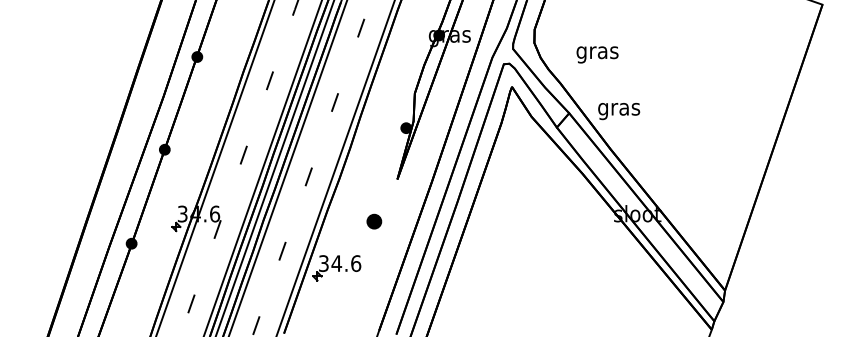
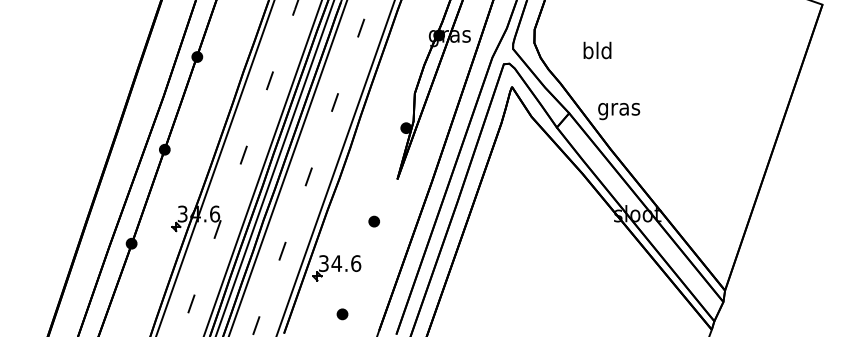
text at (597, 52): gras -> bld
part at (374, 221) size: 17x17 px -> 12x13 px
part at (342, 314): none -> present
